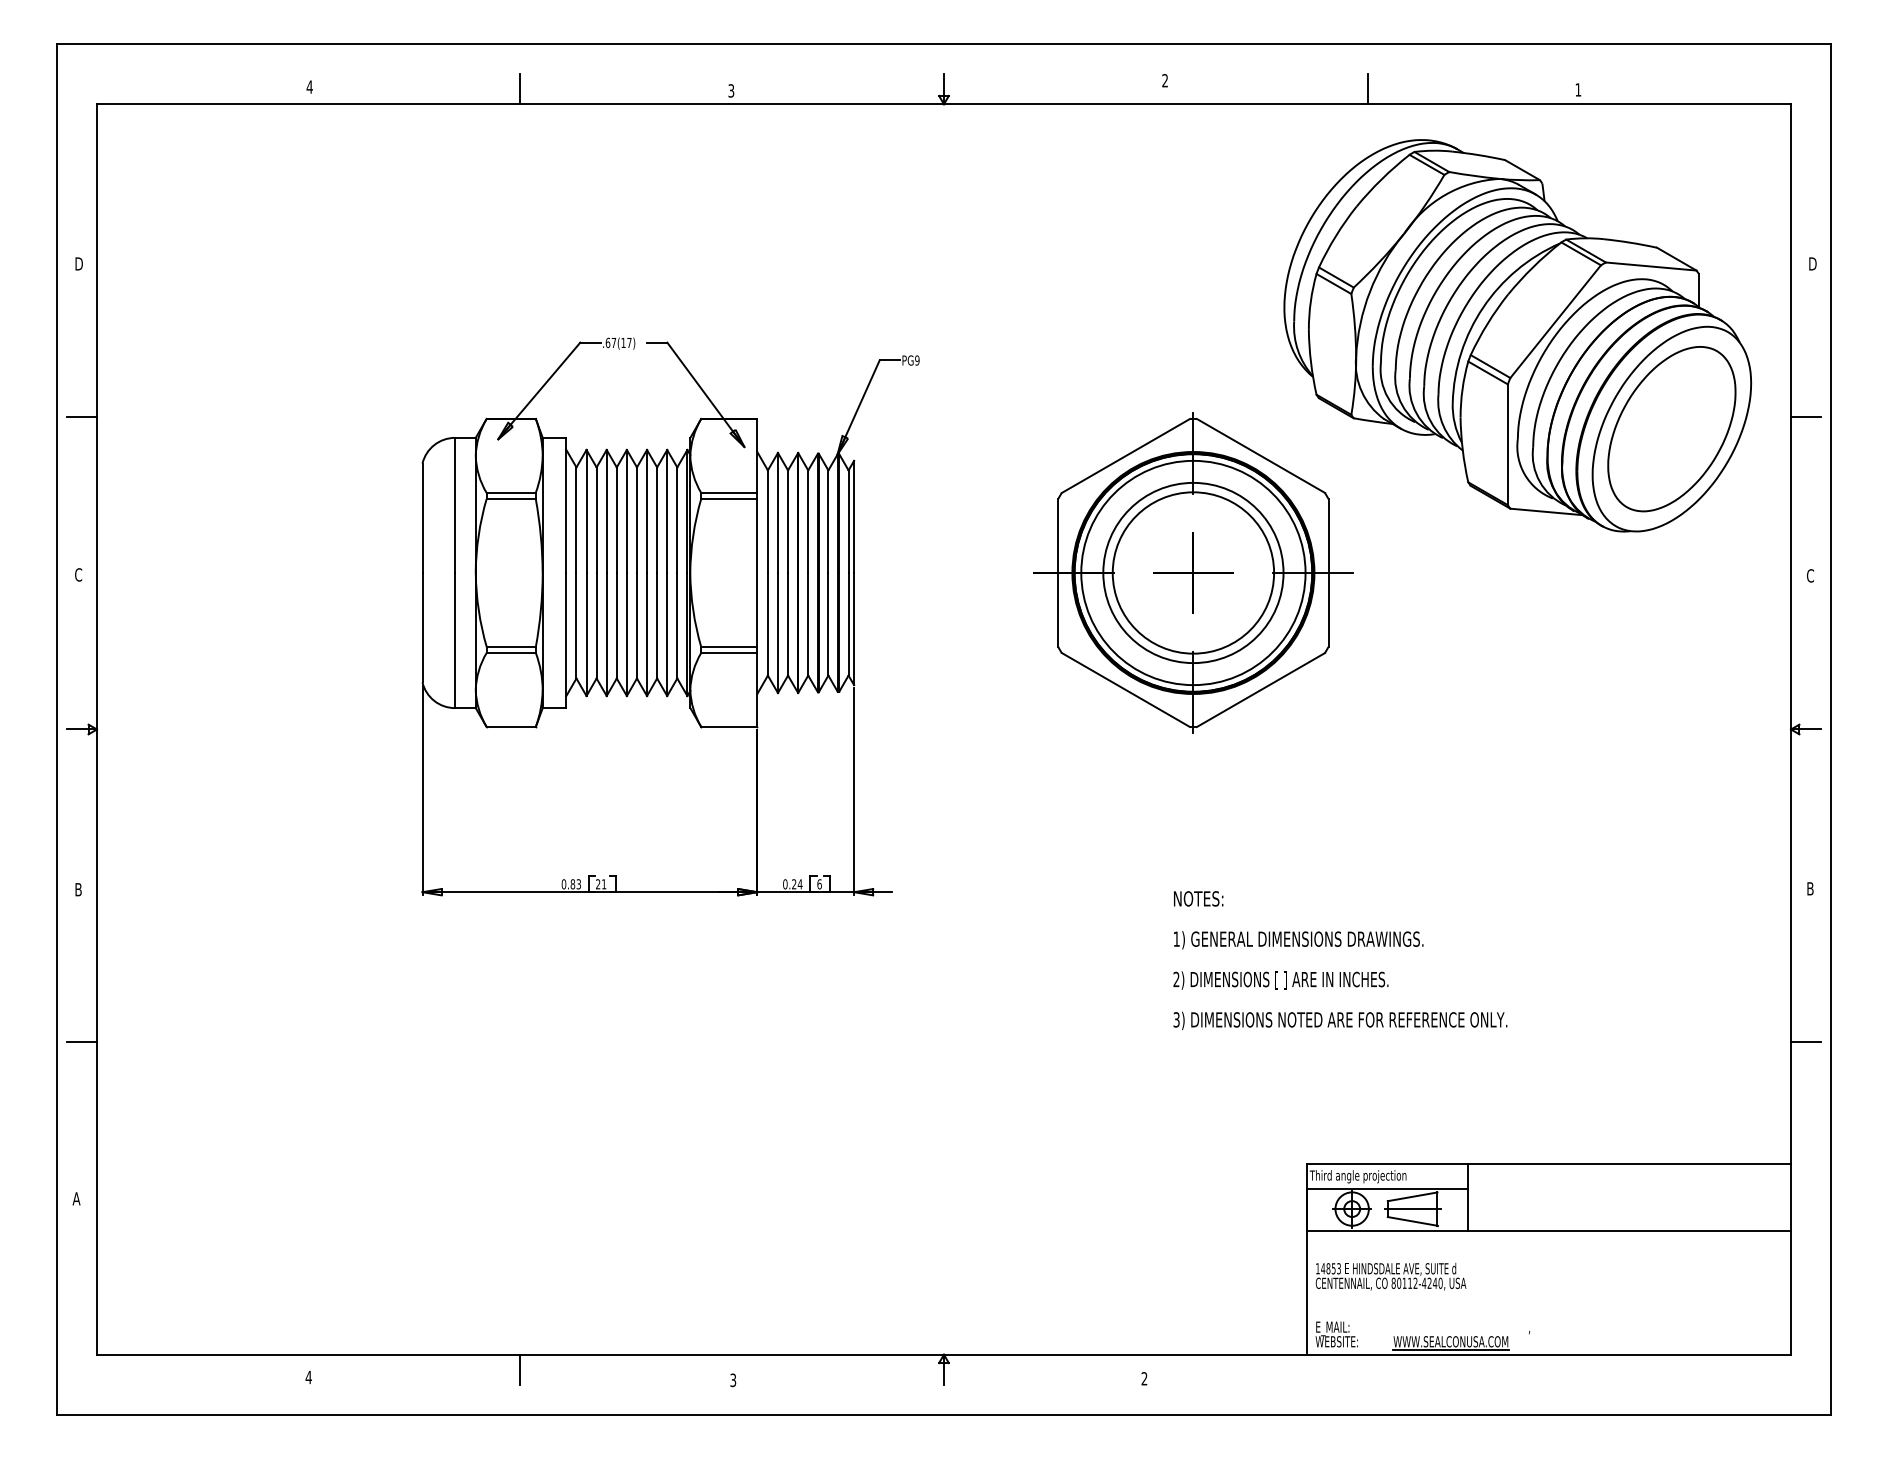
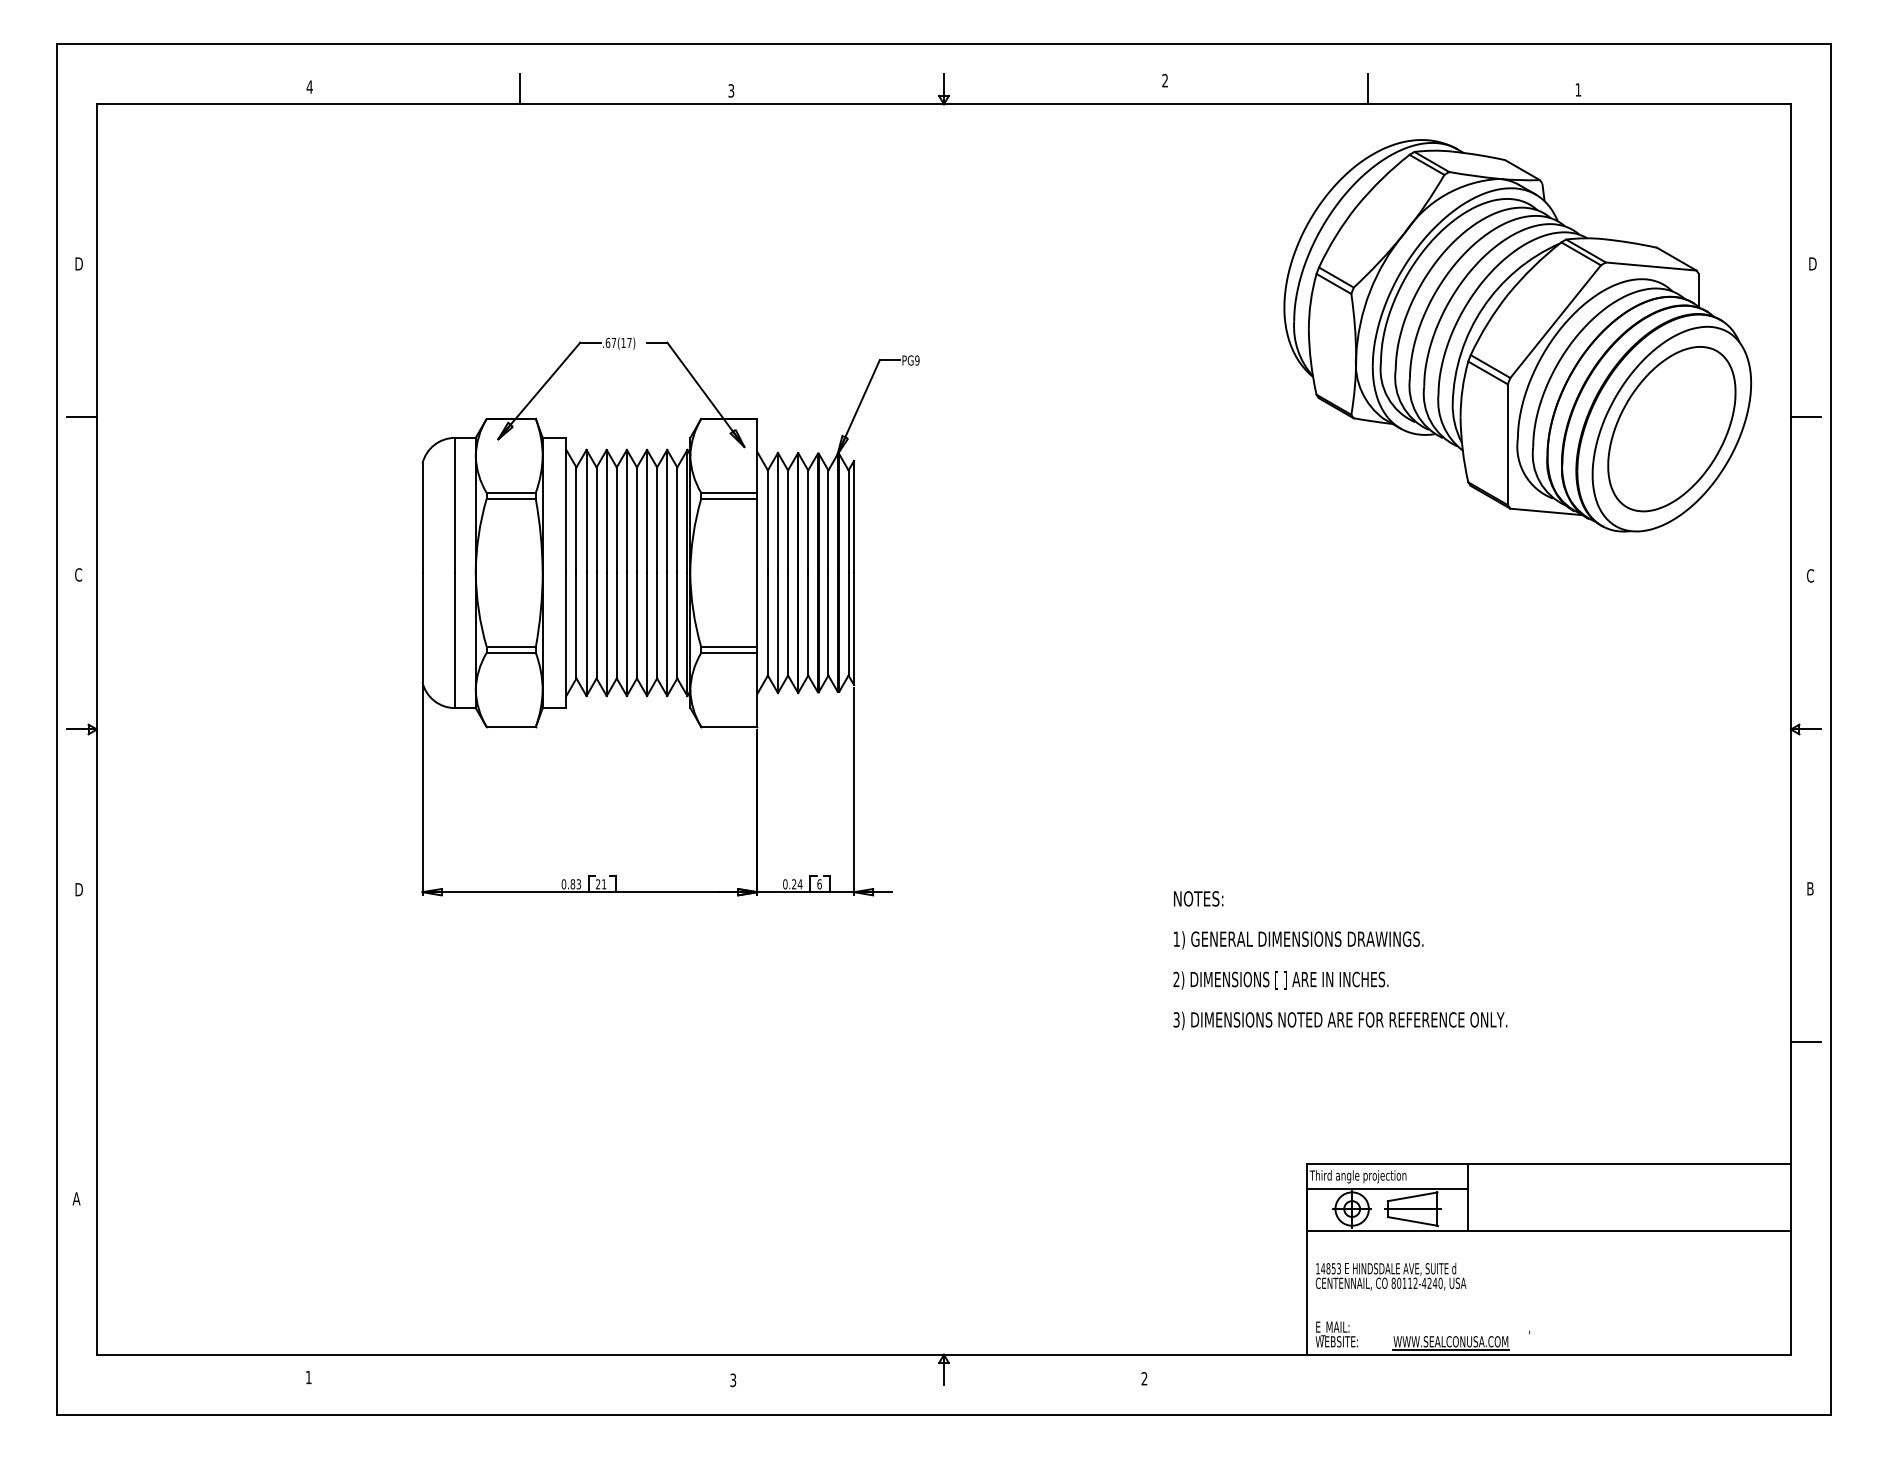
part at (1193, 572): present -> none
text at (79, 889): B -> D
line at (81, 1042): present -> none
line at (520, 1369): present -> none
text at (308, 1377): 4 -> 1
